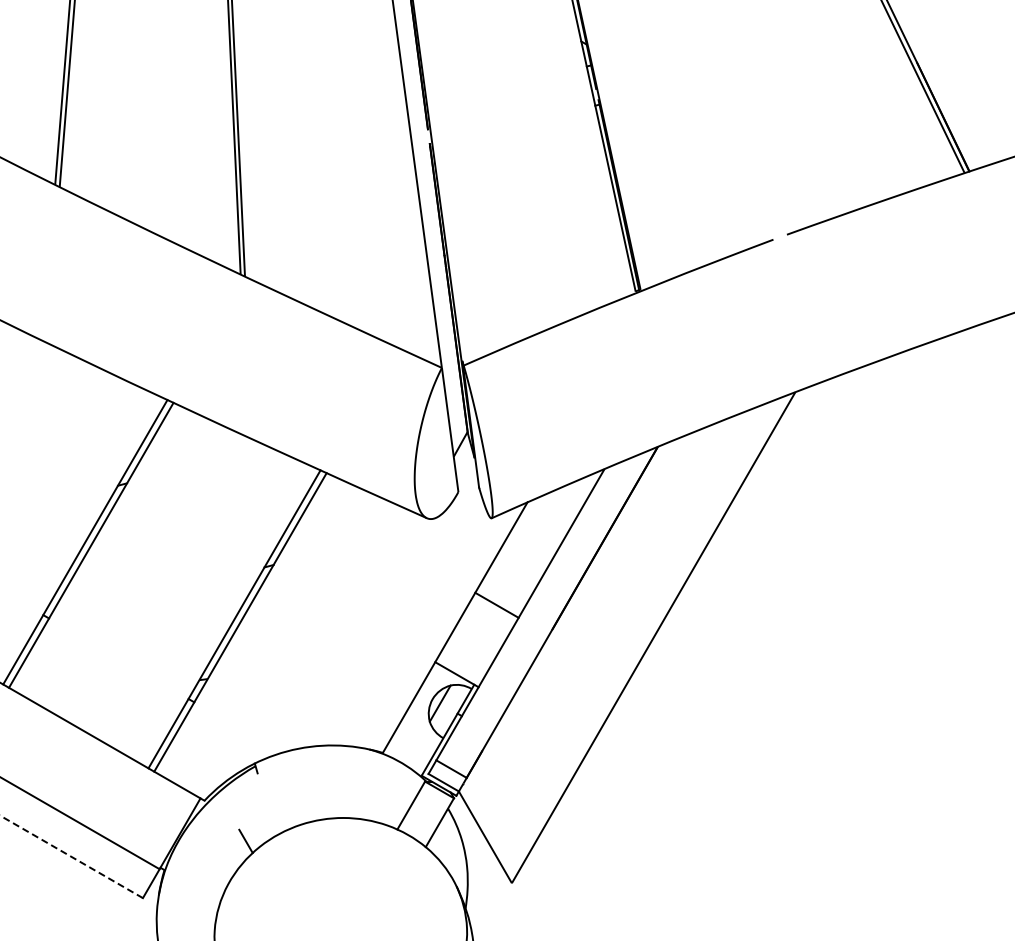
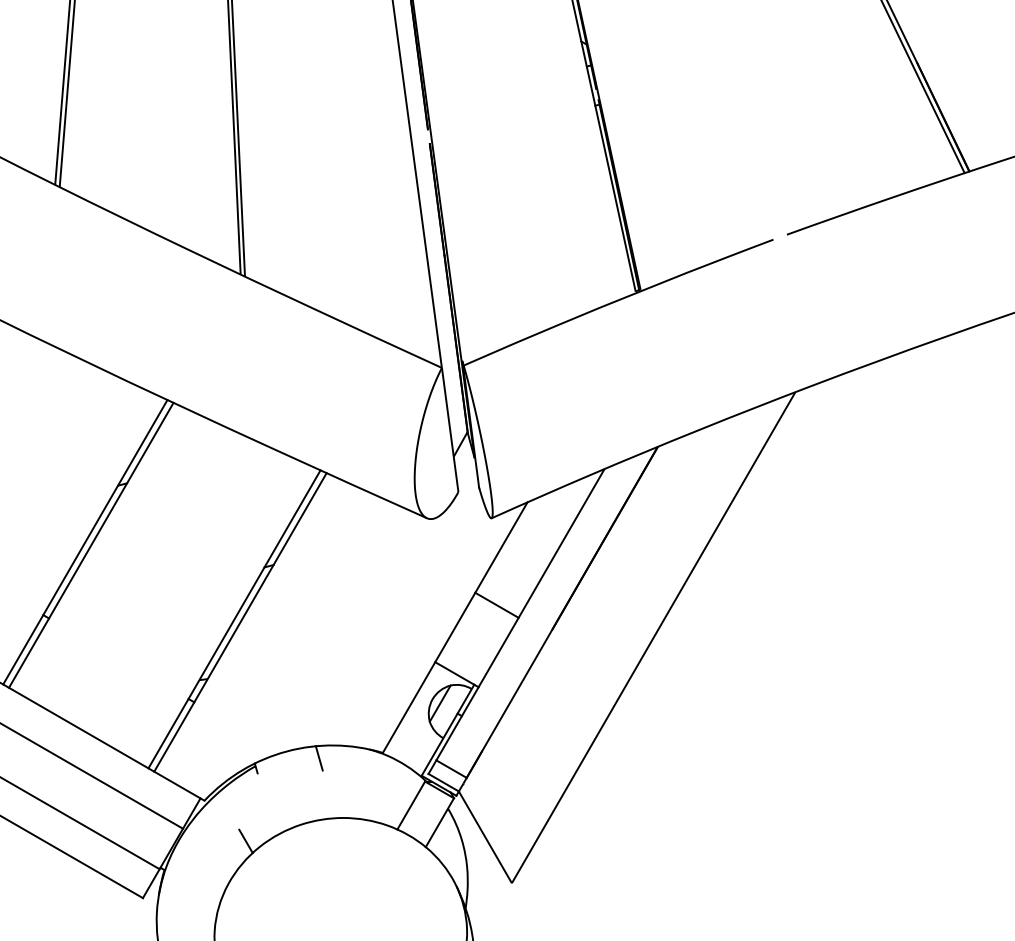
line at (318, 758): none -> present
line at (92, 776): none -> present
line at (71, 856): dashed -> solid
